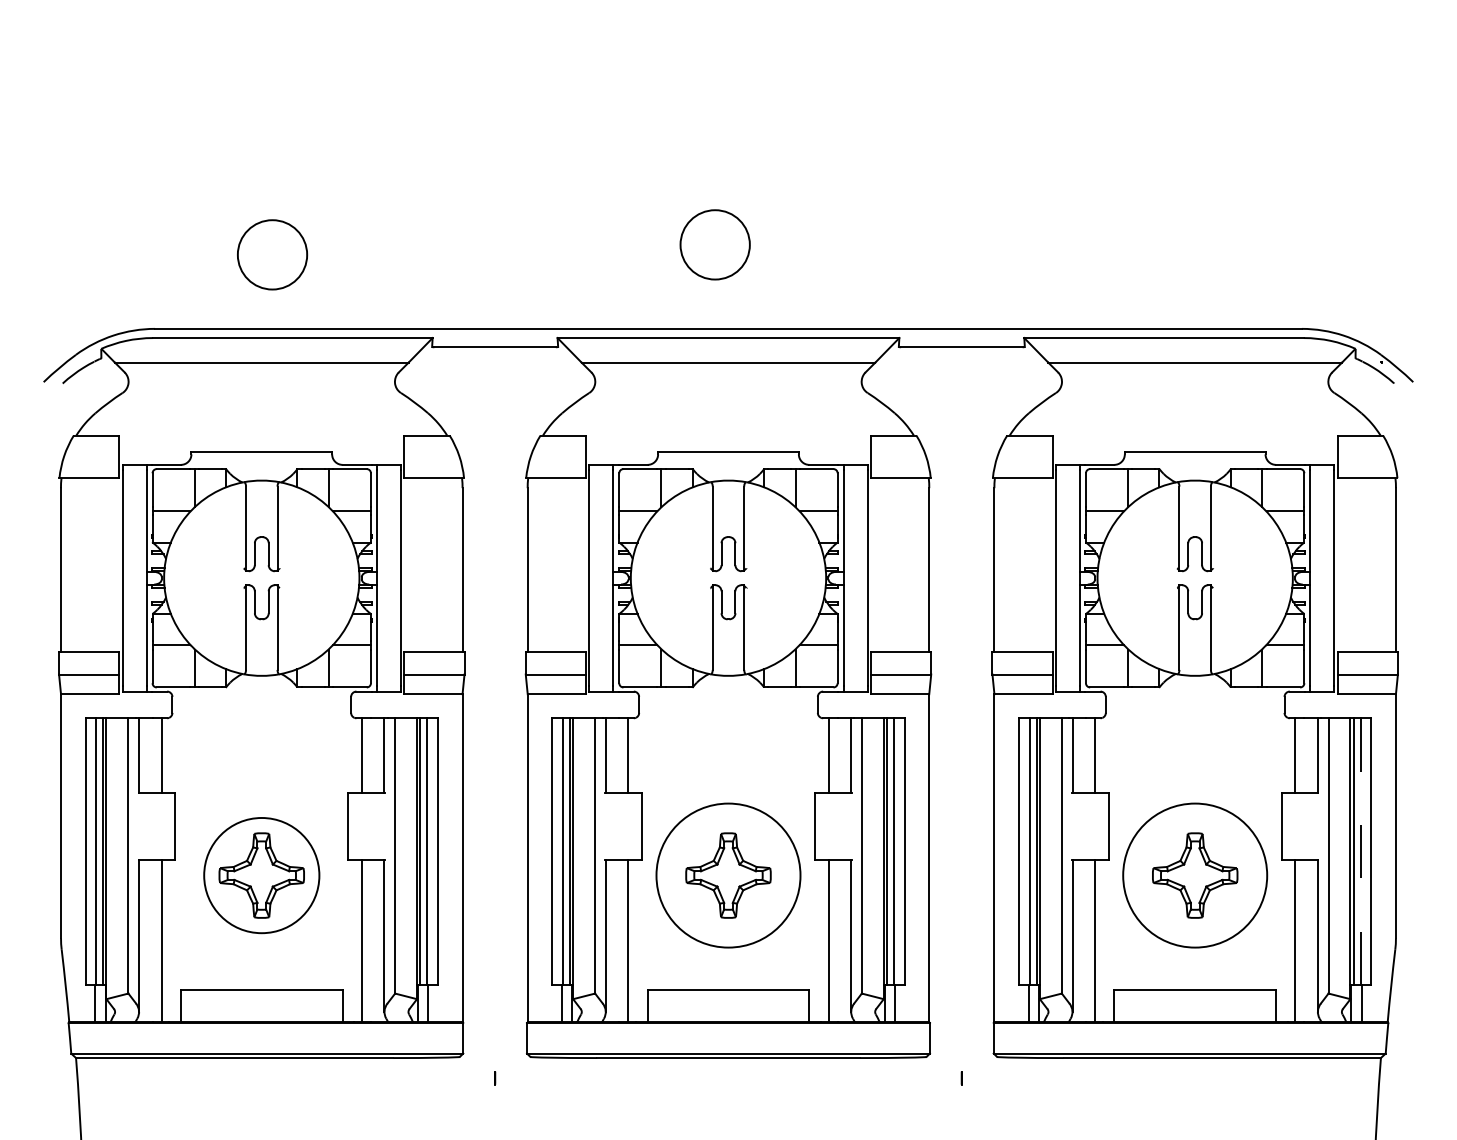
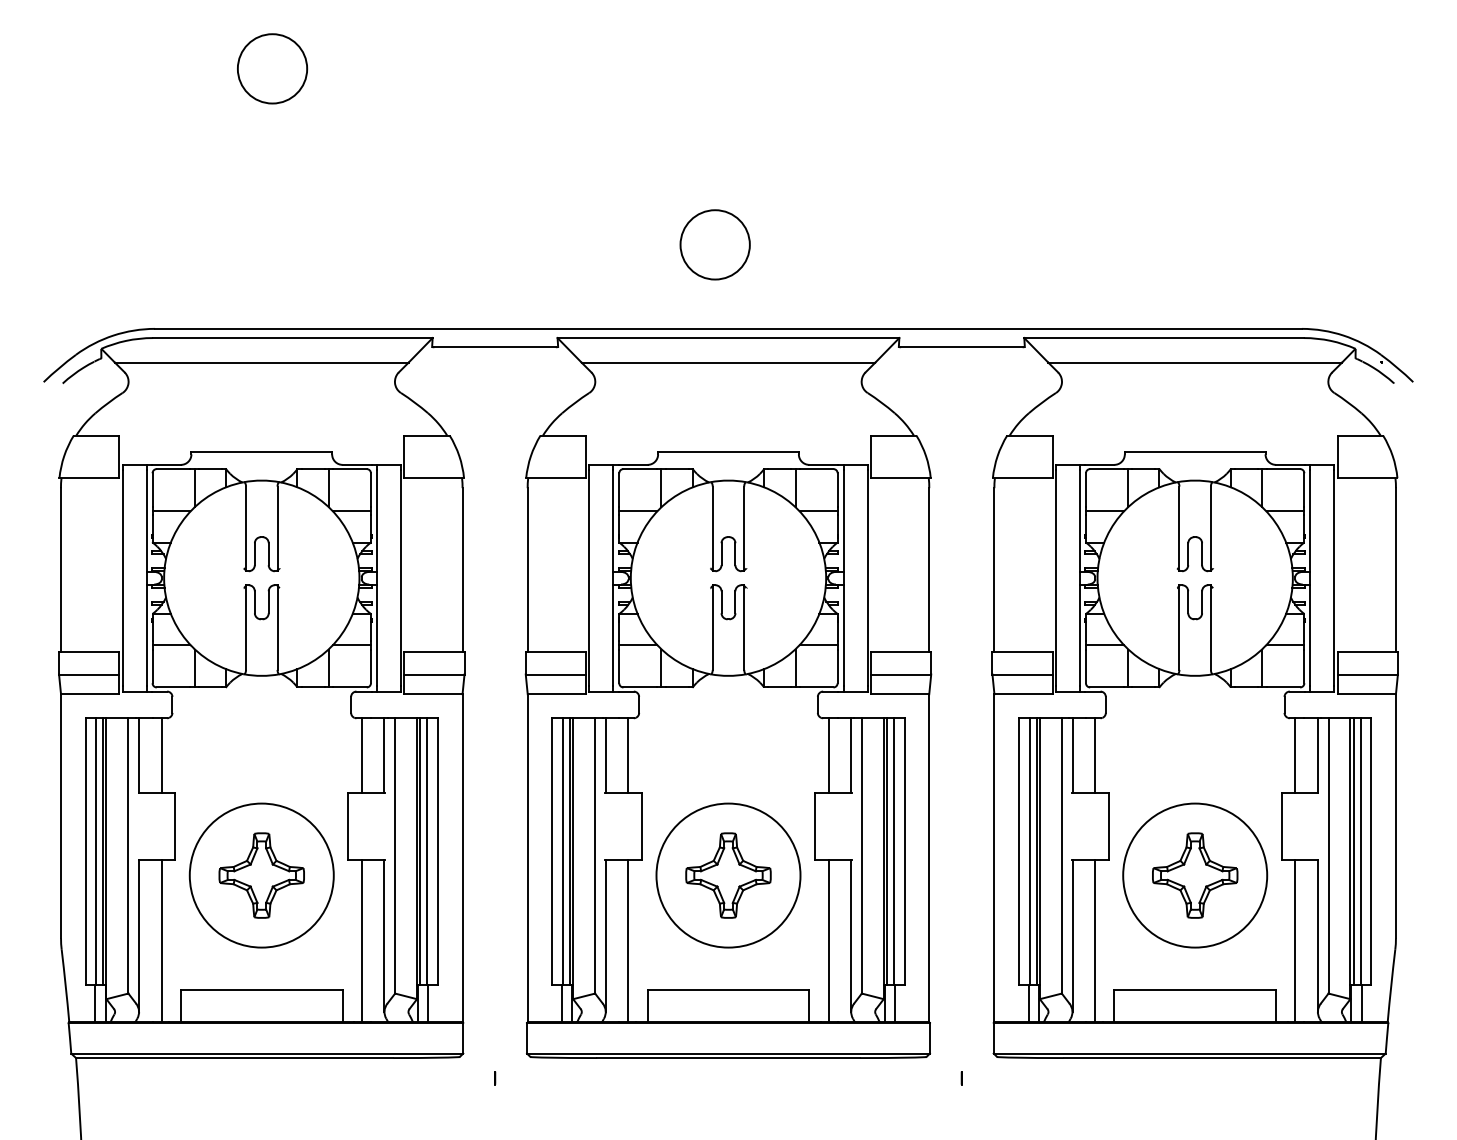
circle at (272, 254) position: (272, 254) -> (272, 68)
line at (1360, 852): dashed -> solid
circle at (261, 875) diameter: 115 px -> 144 px
